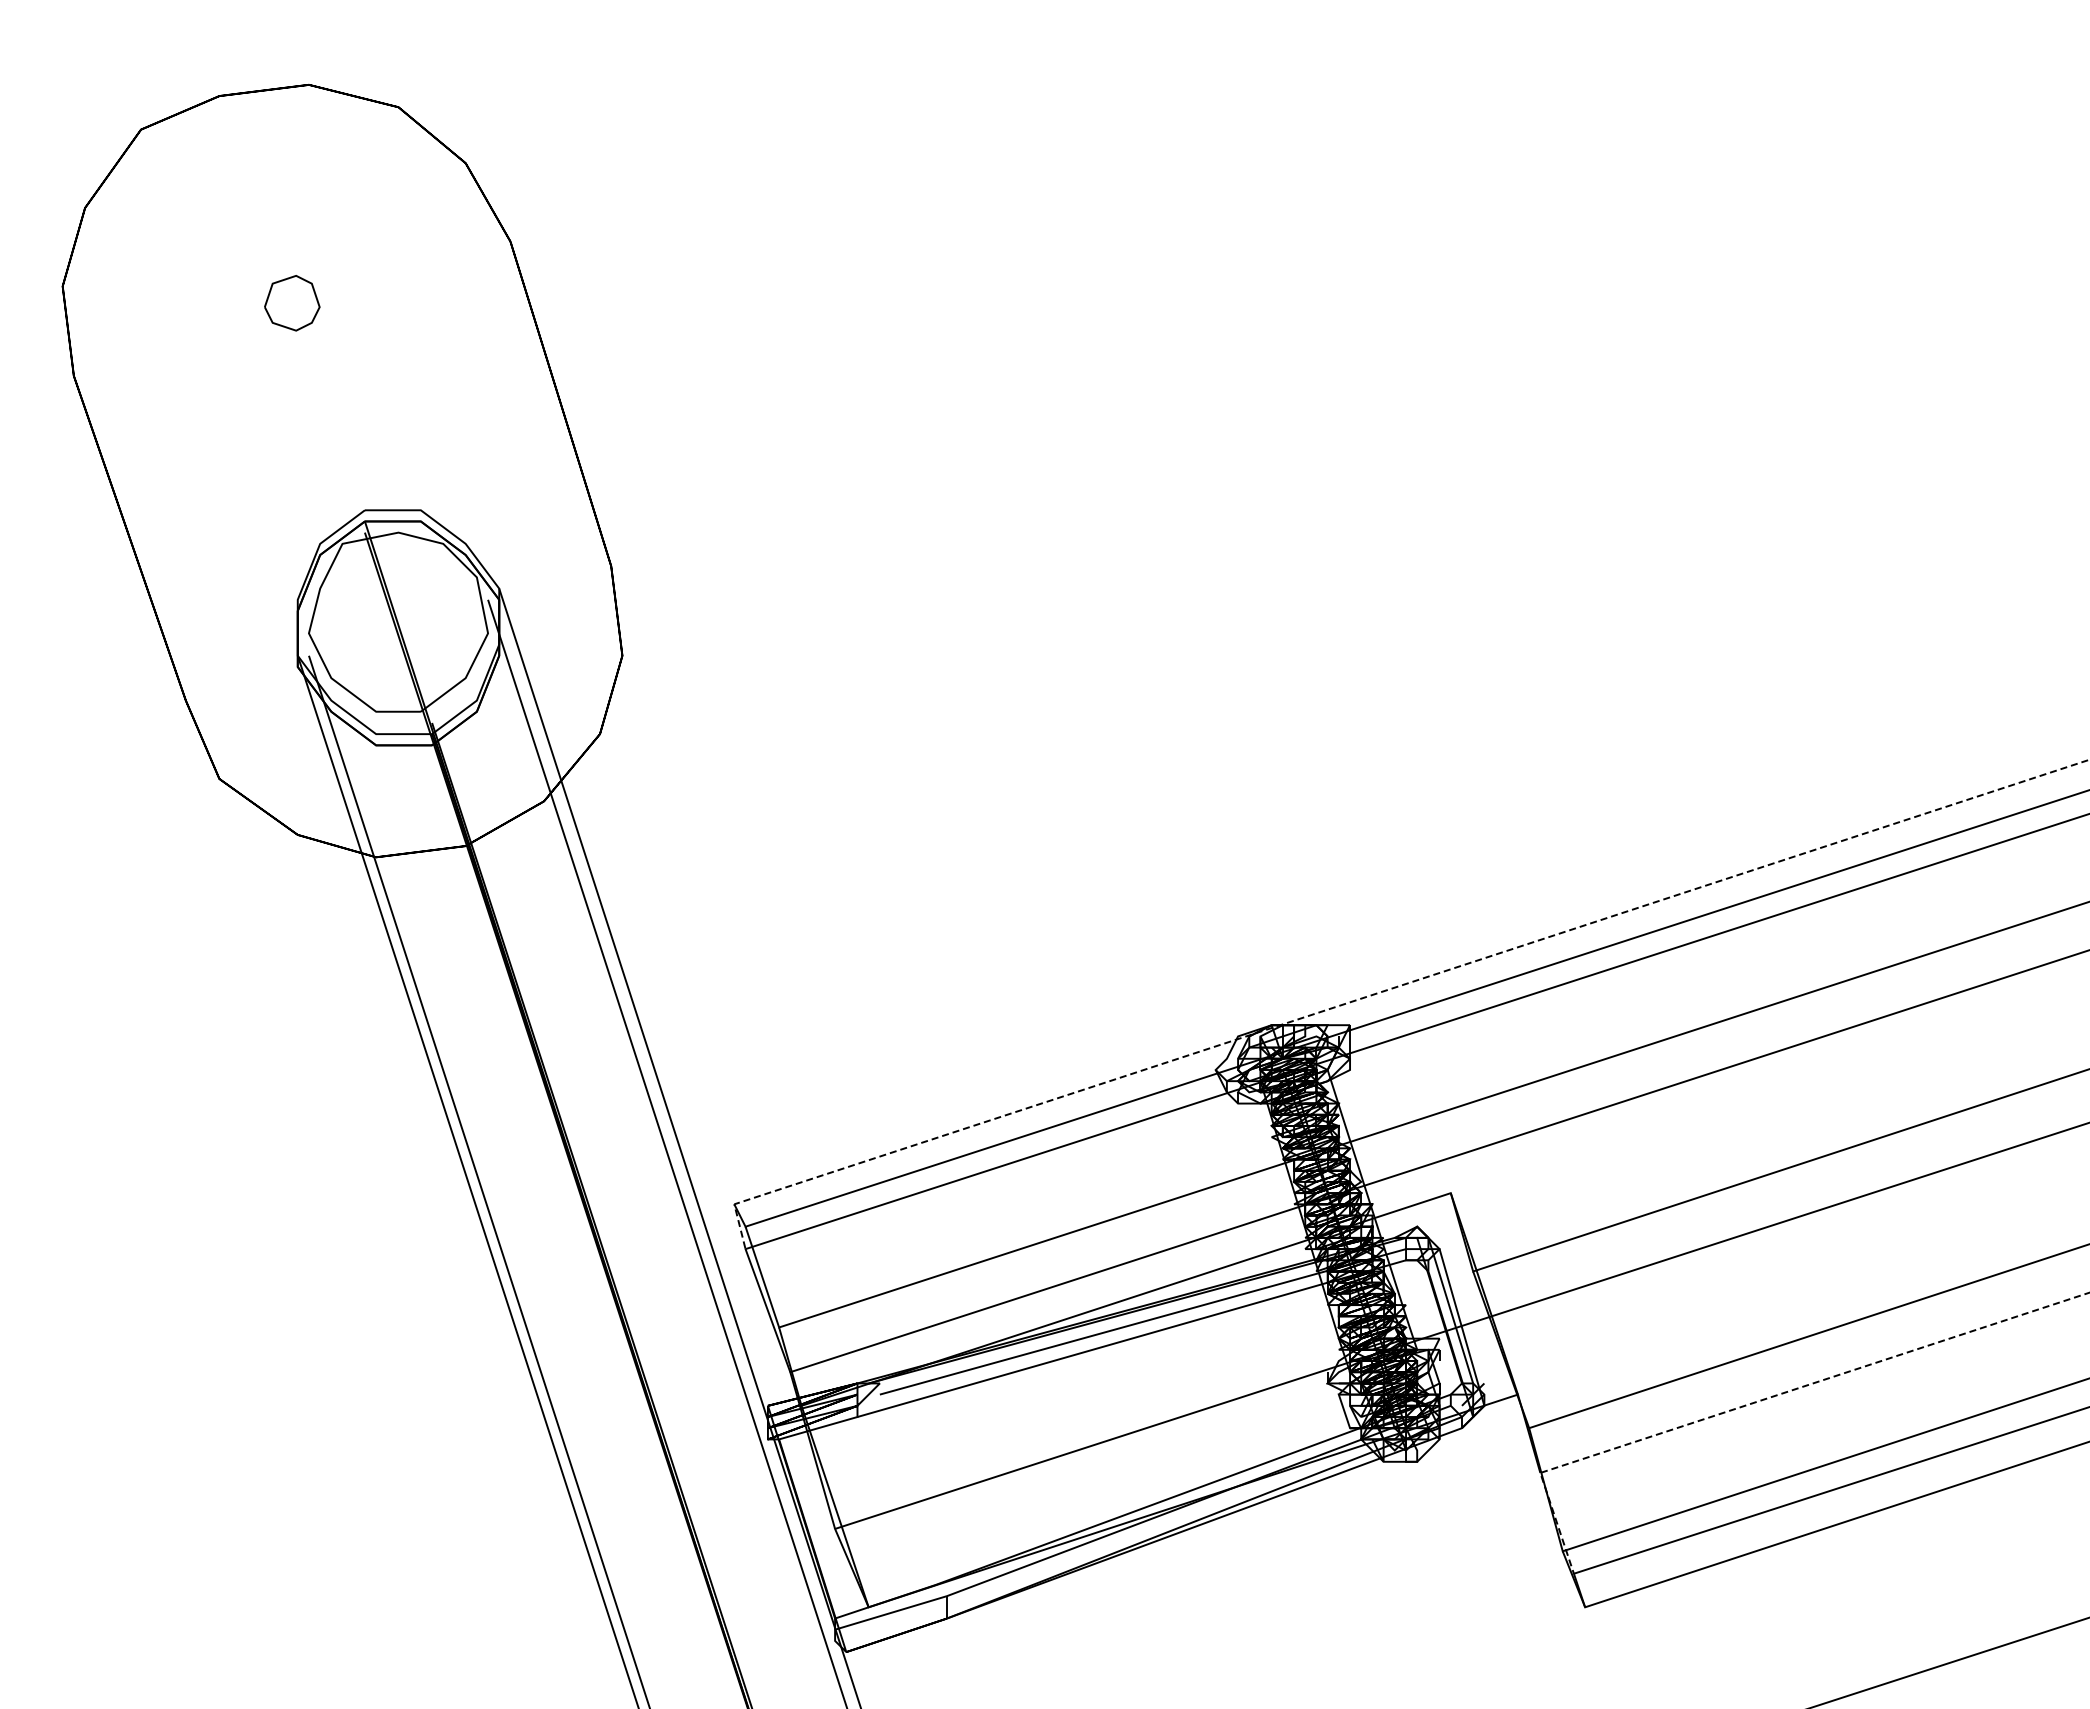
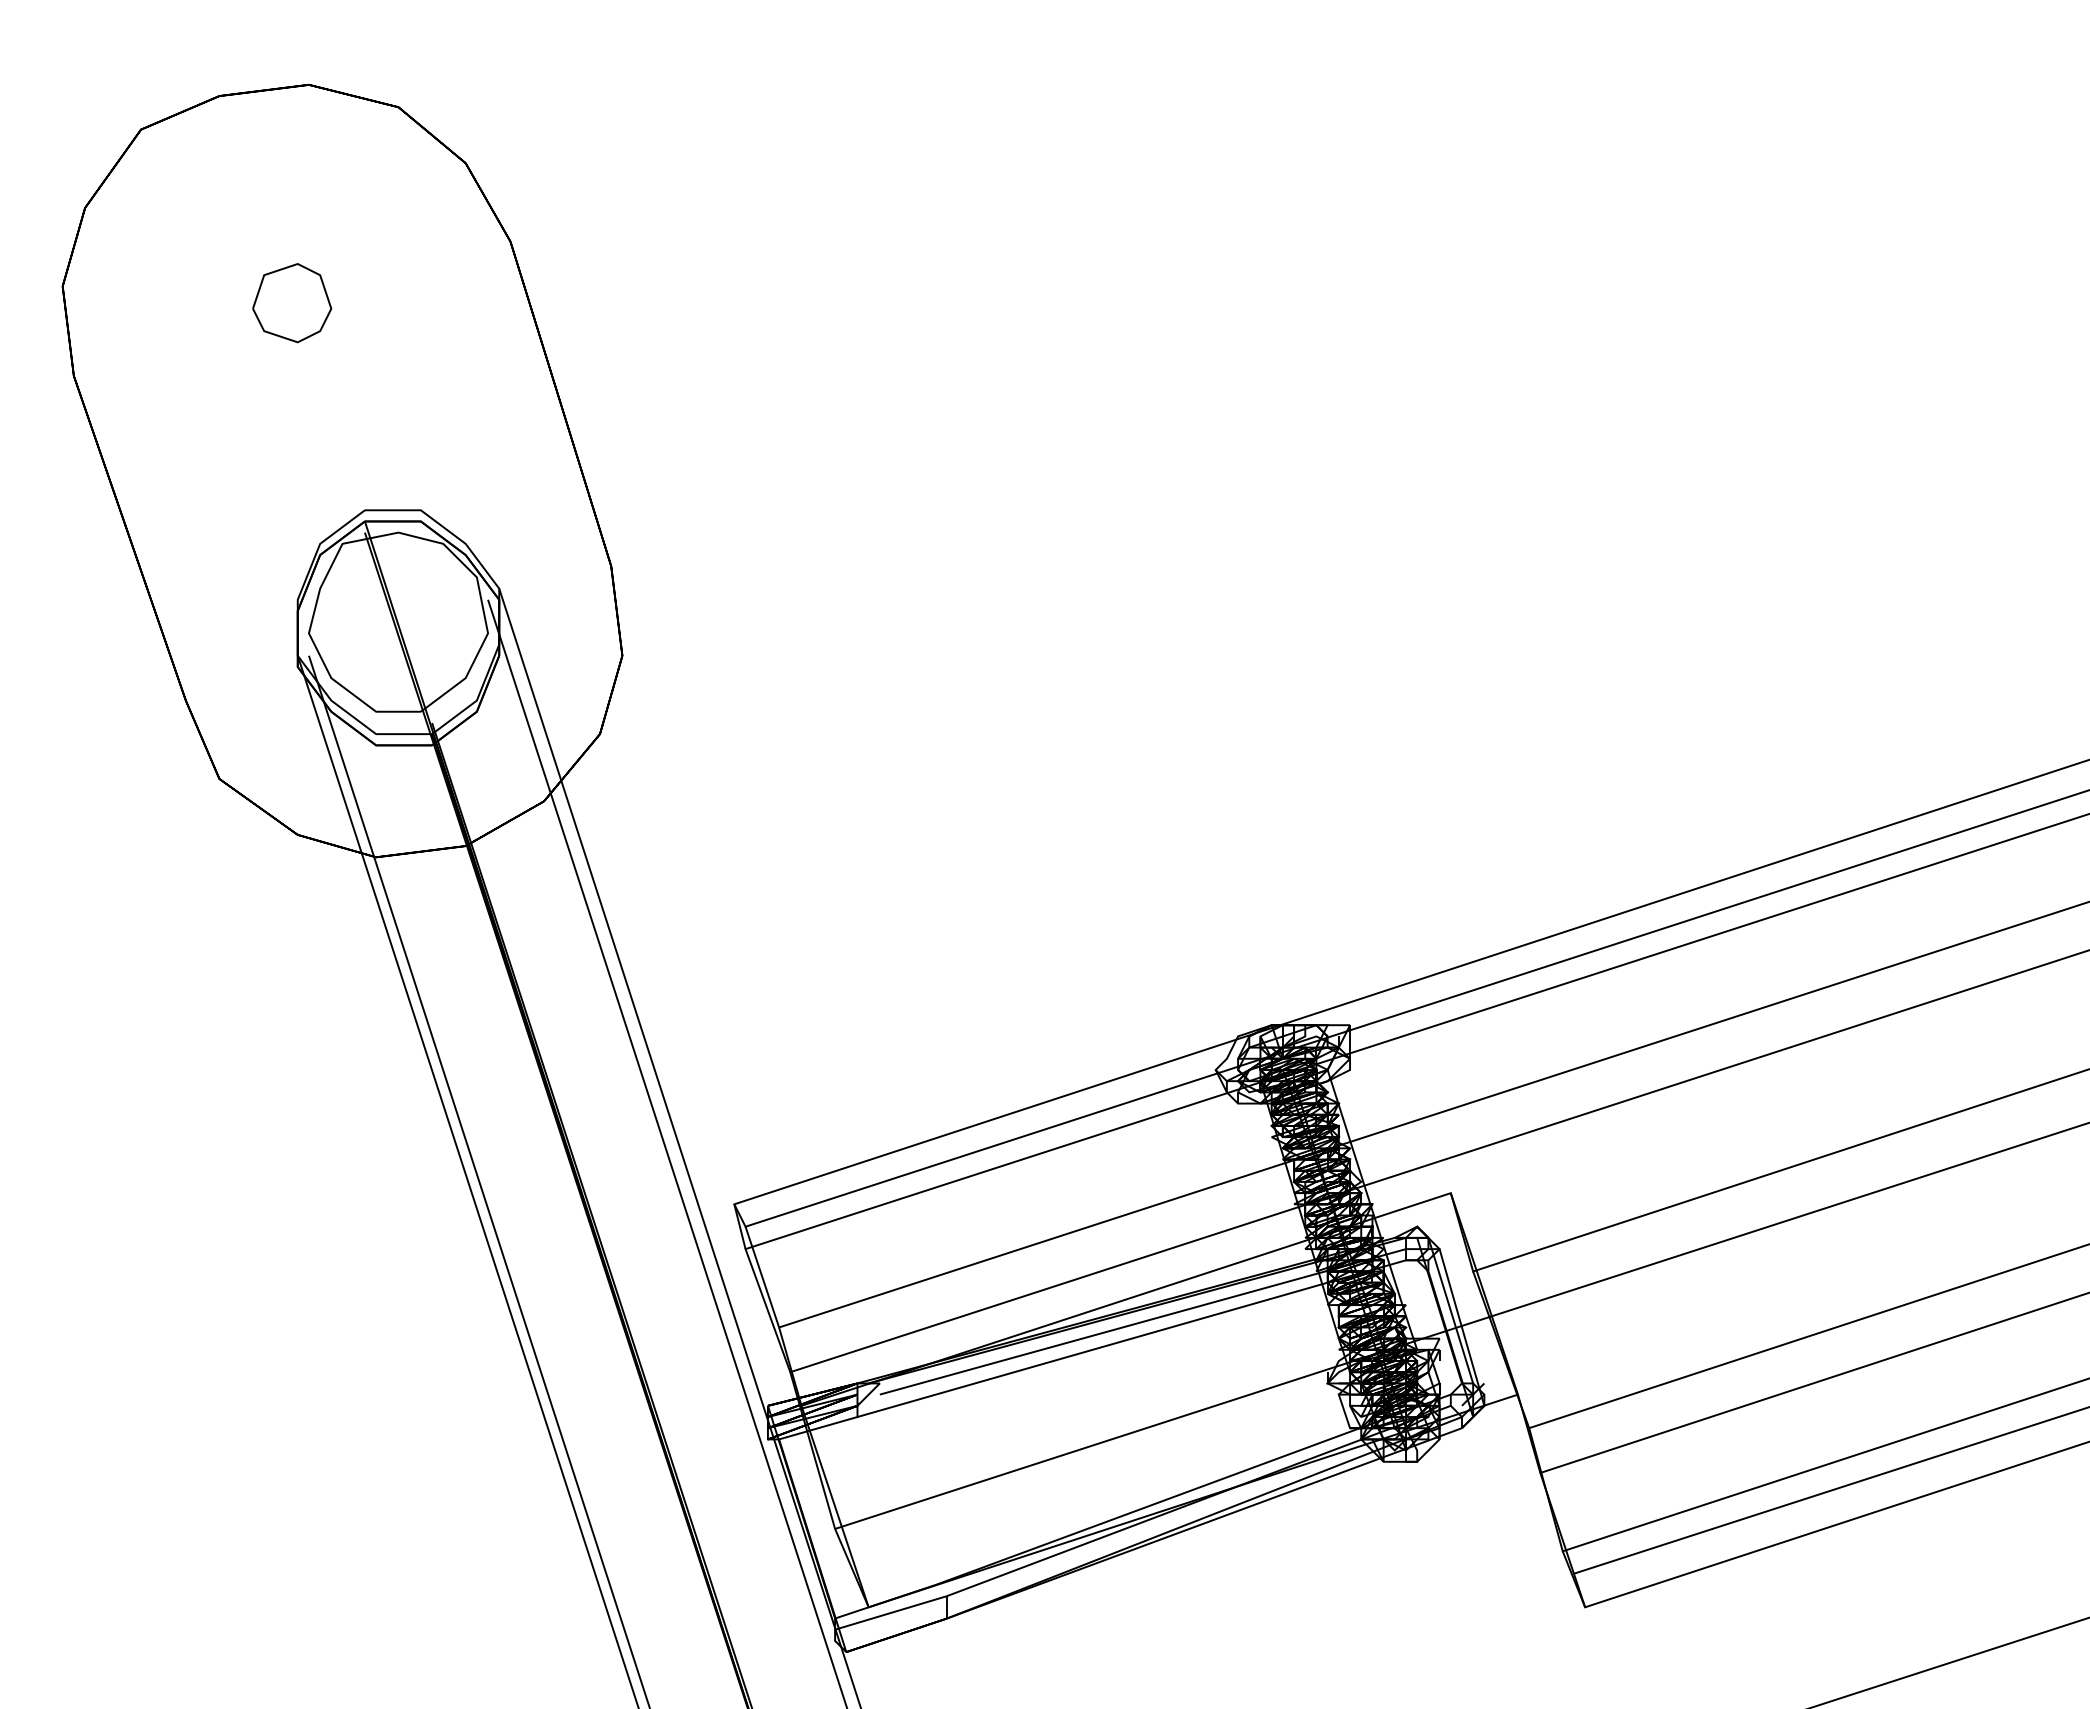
part at (292, 303) size: 57x57 px -> 81x81 px
line at (1388, 989): dashed -> solid
line at (1763, 1399): dashed -> solid
